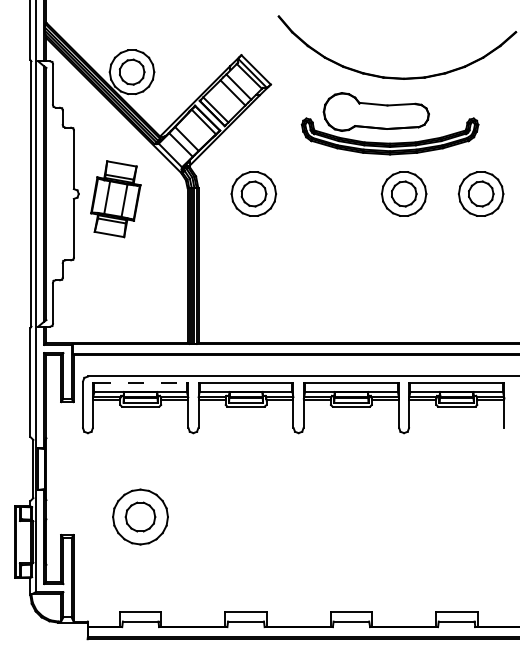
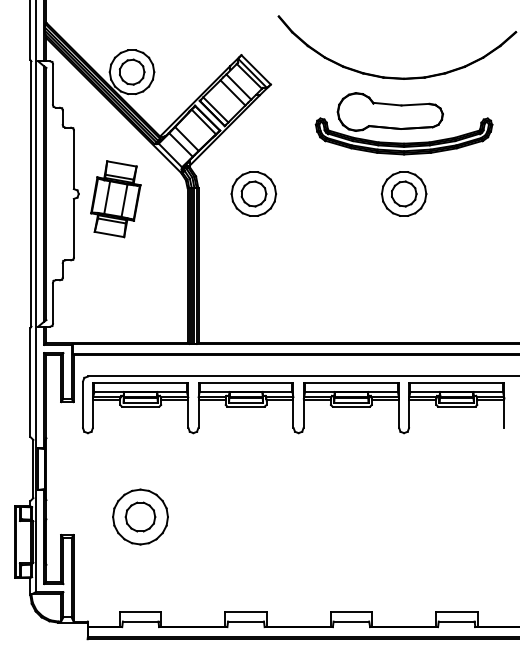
part at (389, 123) position: (389, 123) -> (403, 123)
part at (480, 193): present -> none
line at (141, 383): dashed -> solid
